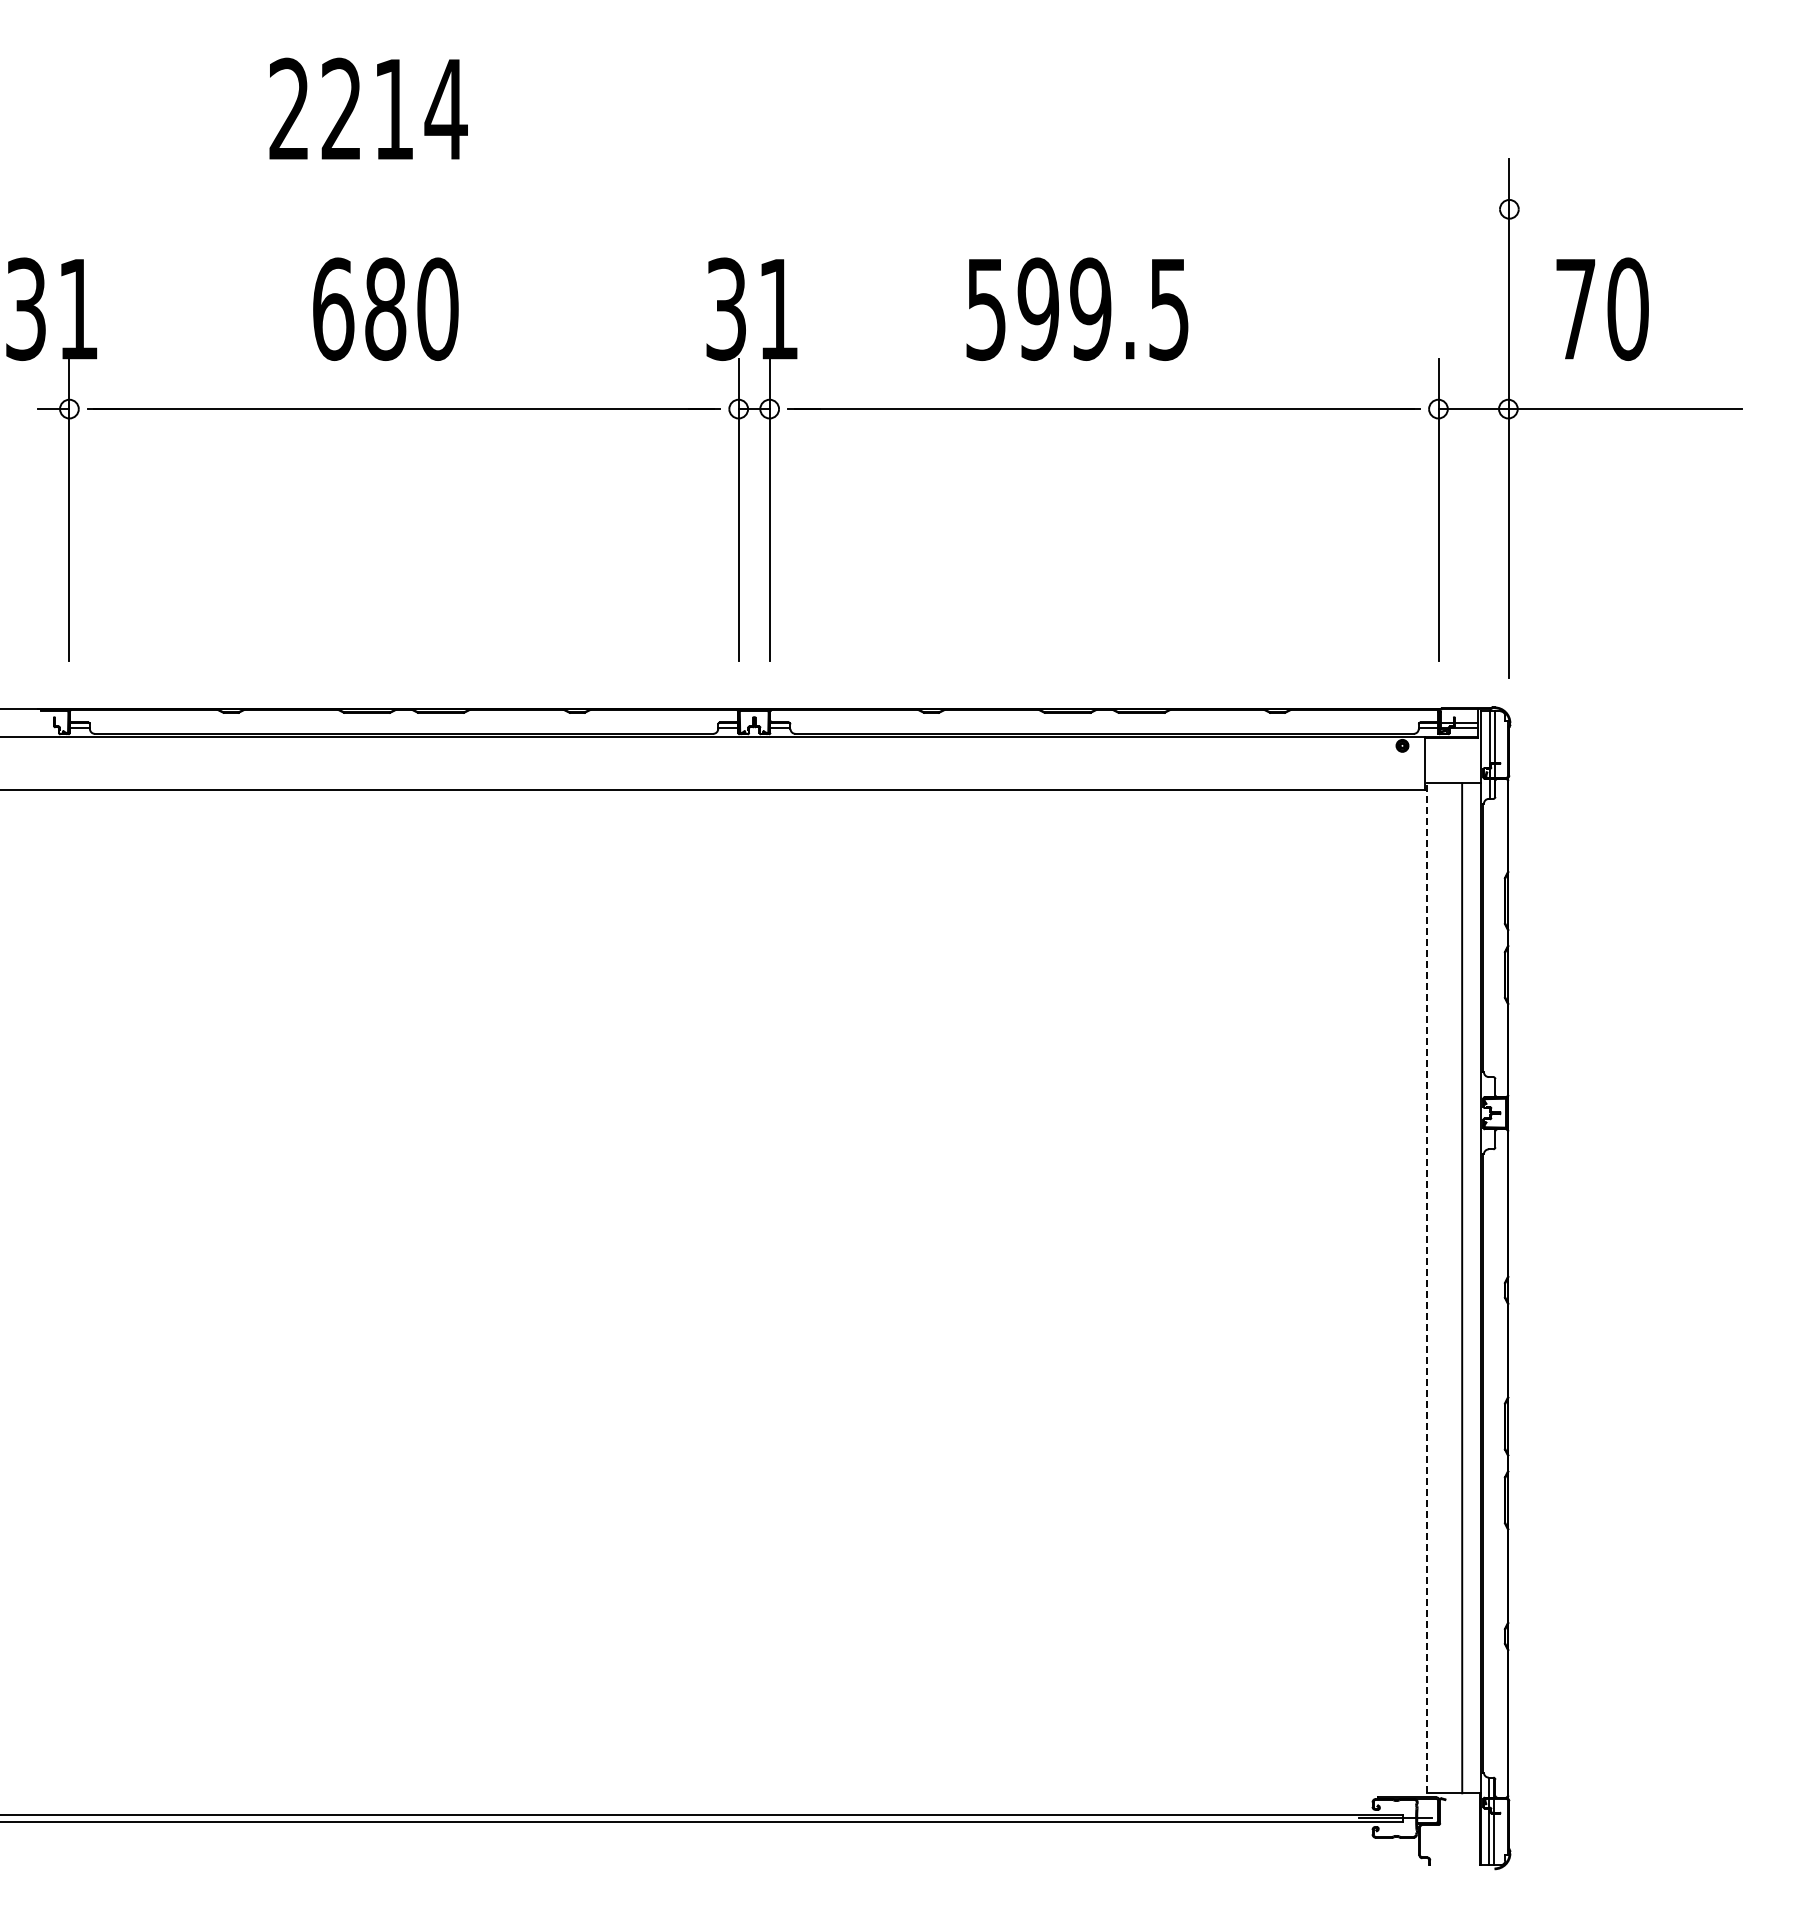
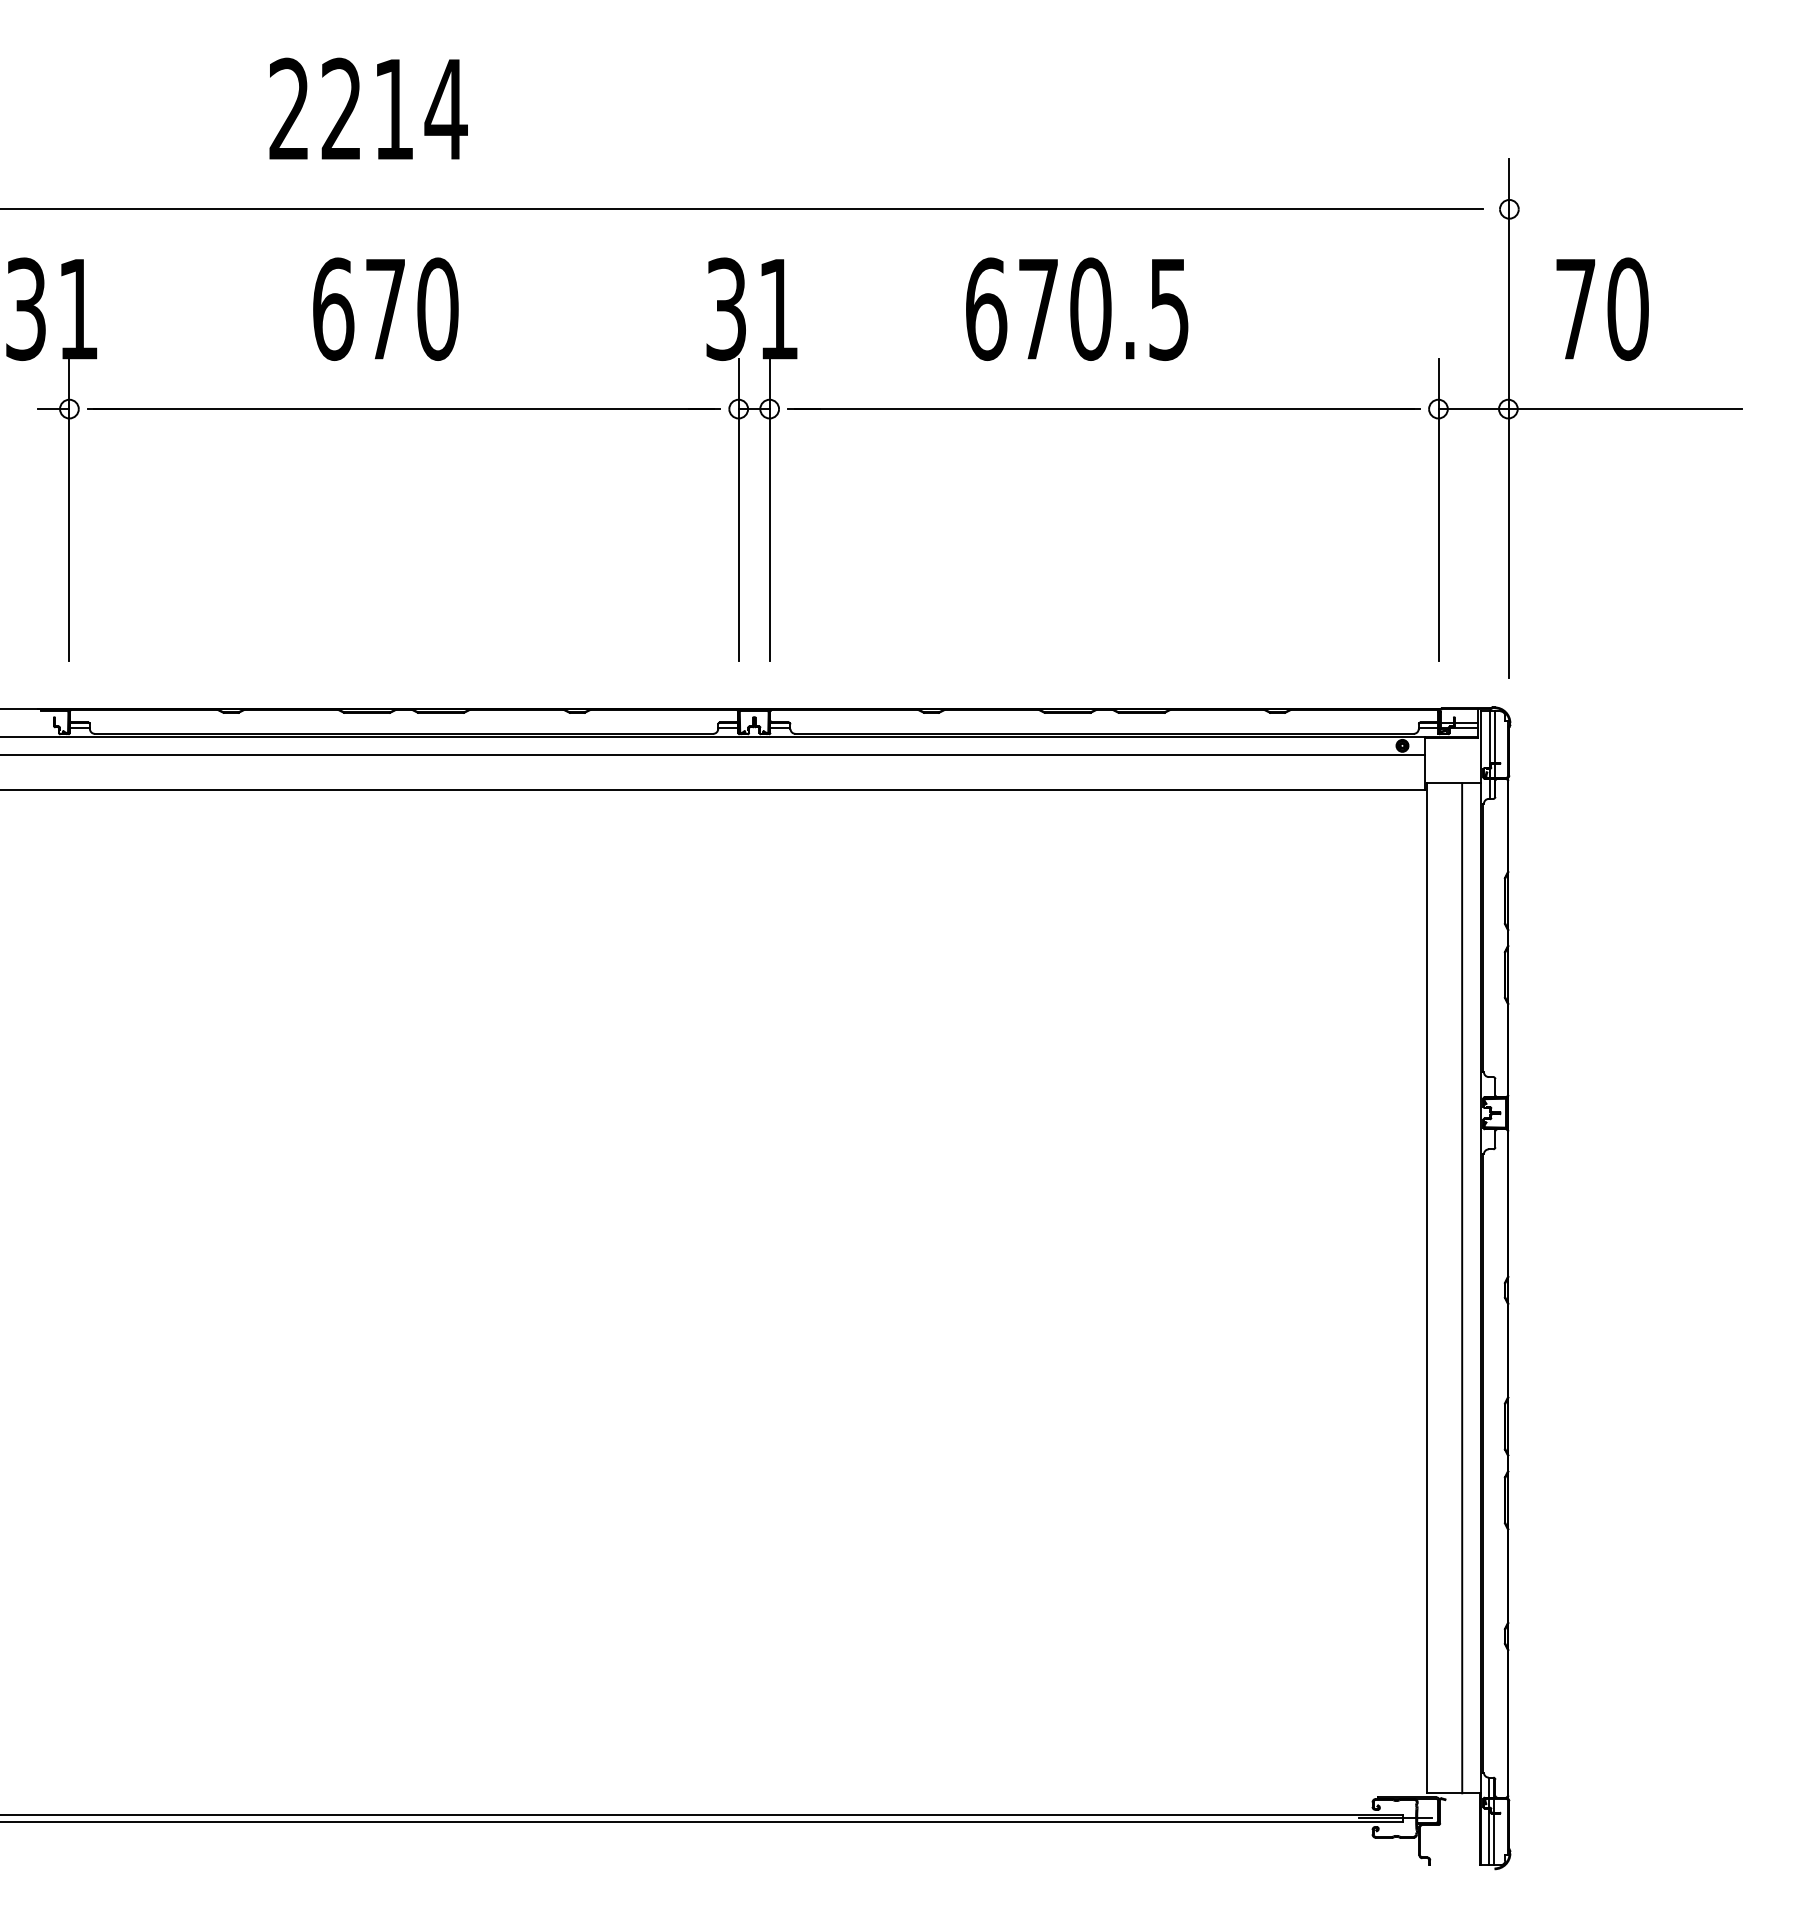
line at (742, 209): none -> present
text at (385, 308): 680 -> 670
text at (1038, 308): 599.5 -> 670.5
line at (713, 755): none -> present
line at (1427, 1287): dashed -> solid
